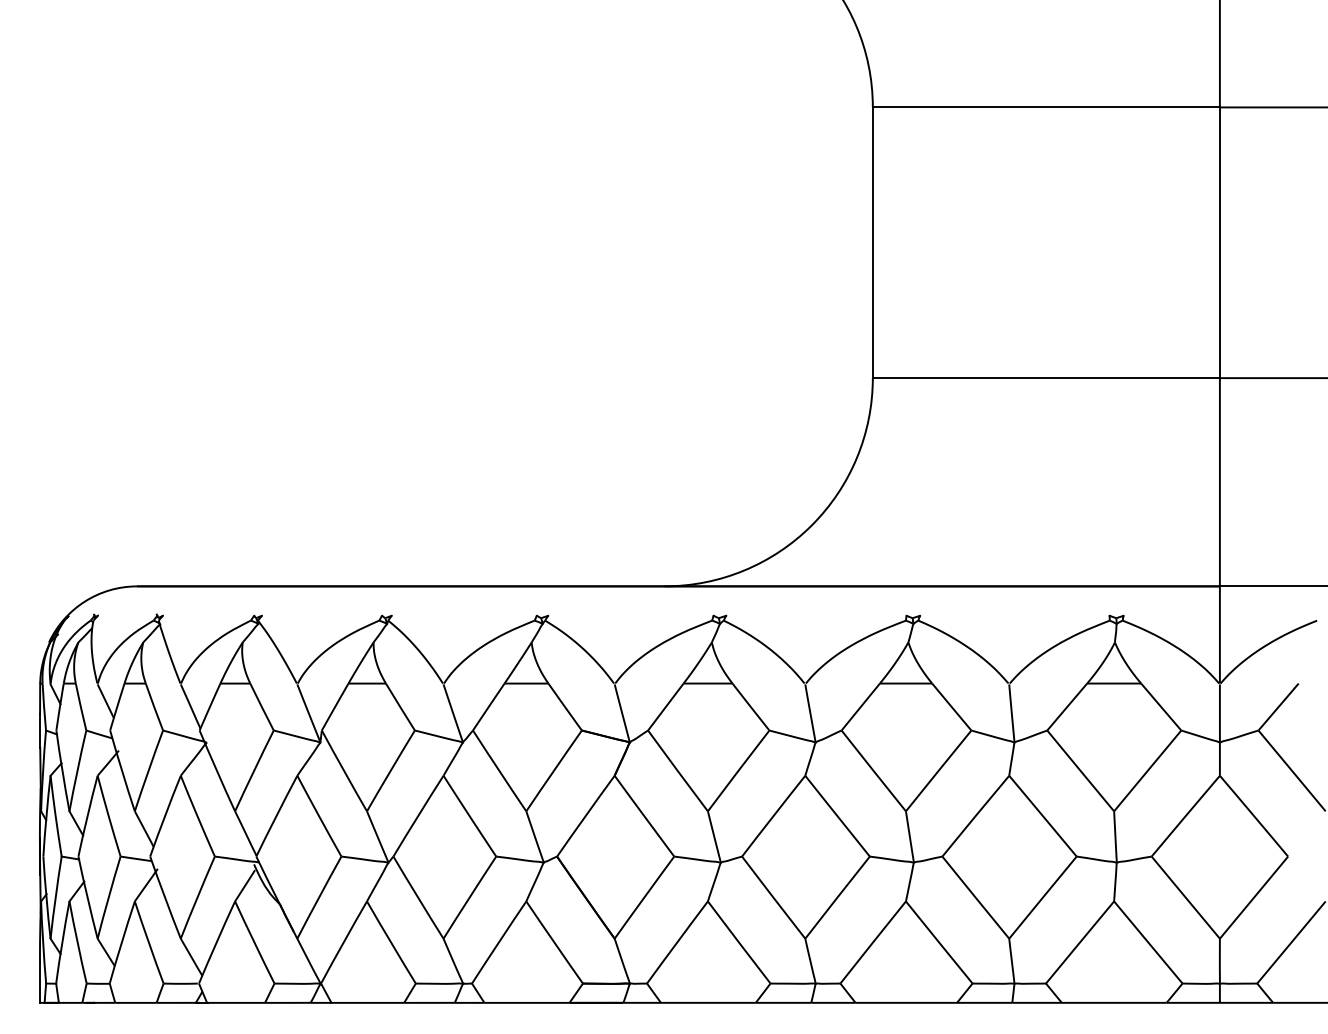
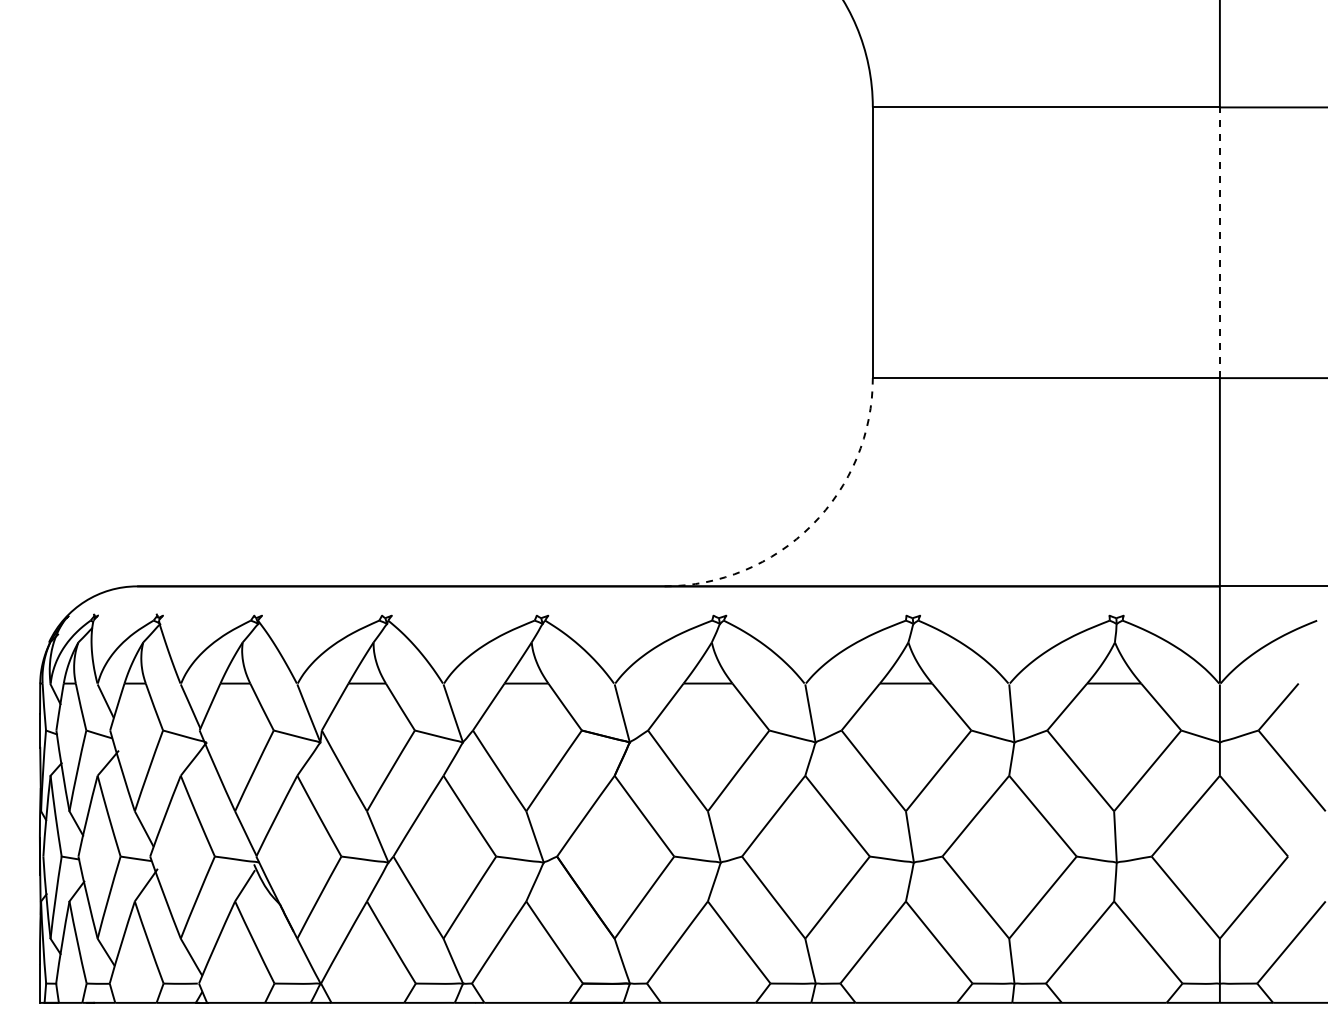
line at (1219, 242): solid -> dashed
arc at (811, 525): solid -> dashed
